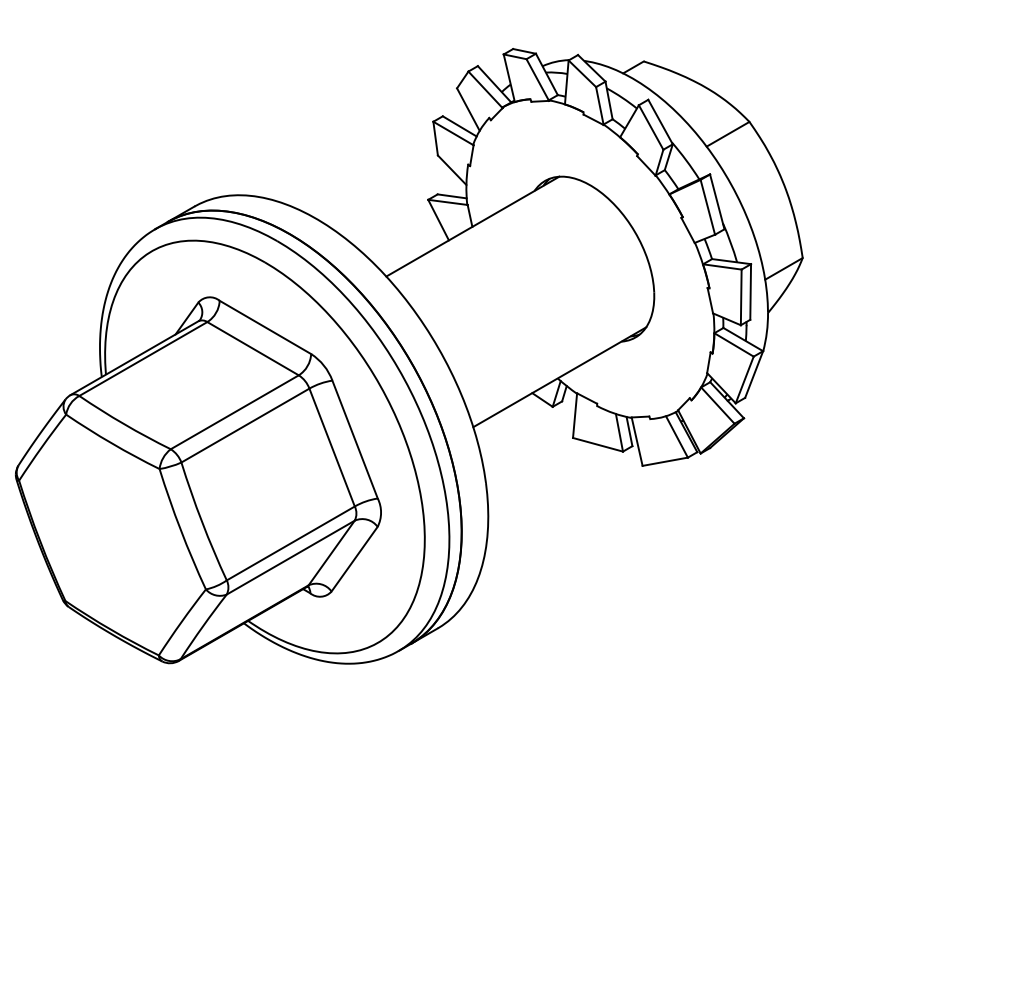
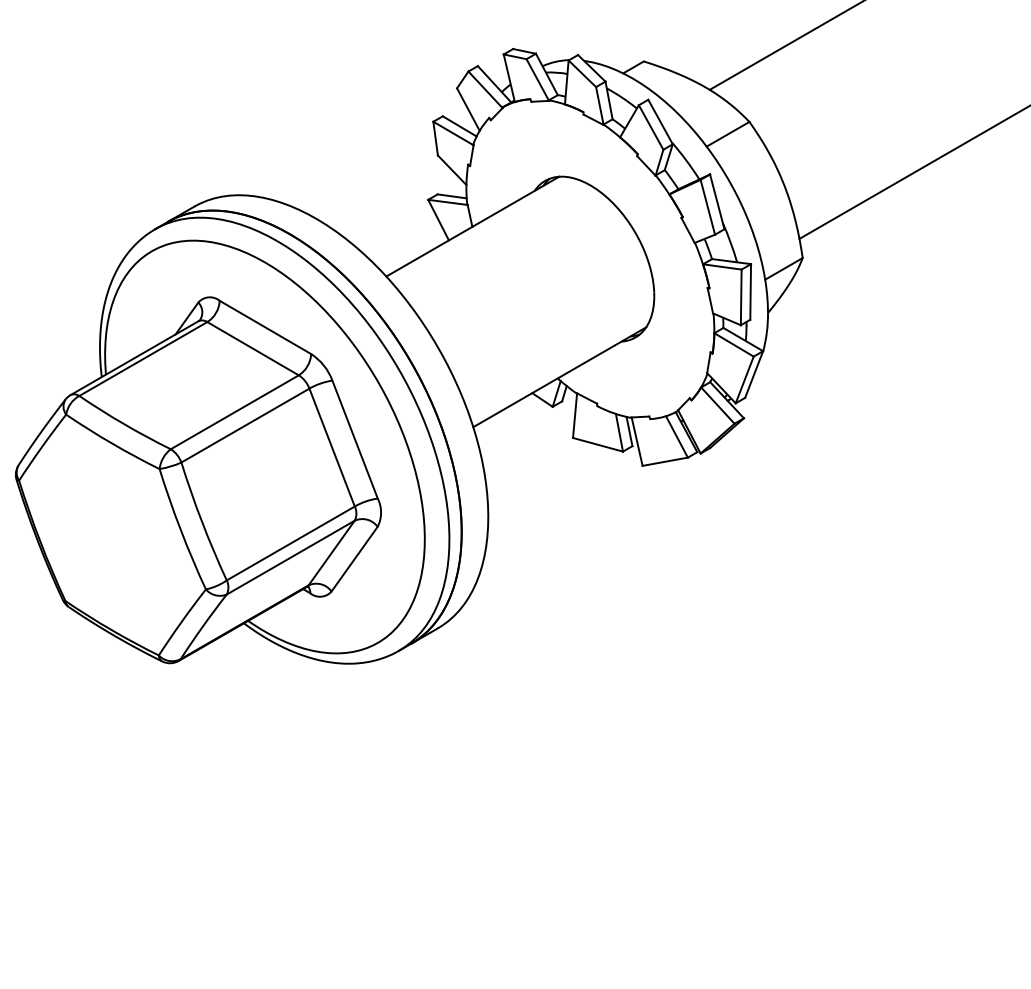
line at (785, 45): none -> present
line at (913, 172): none -> present
